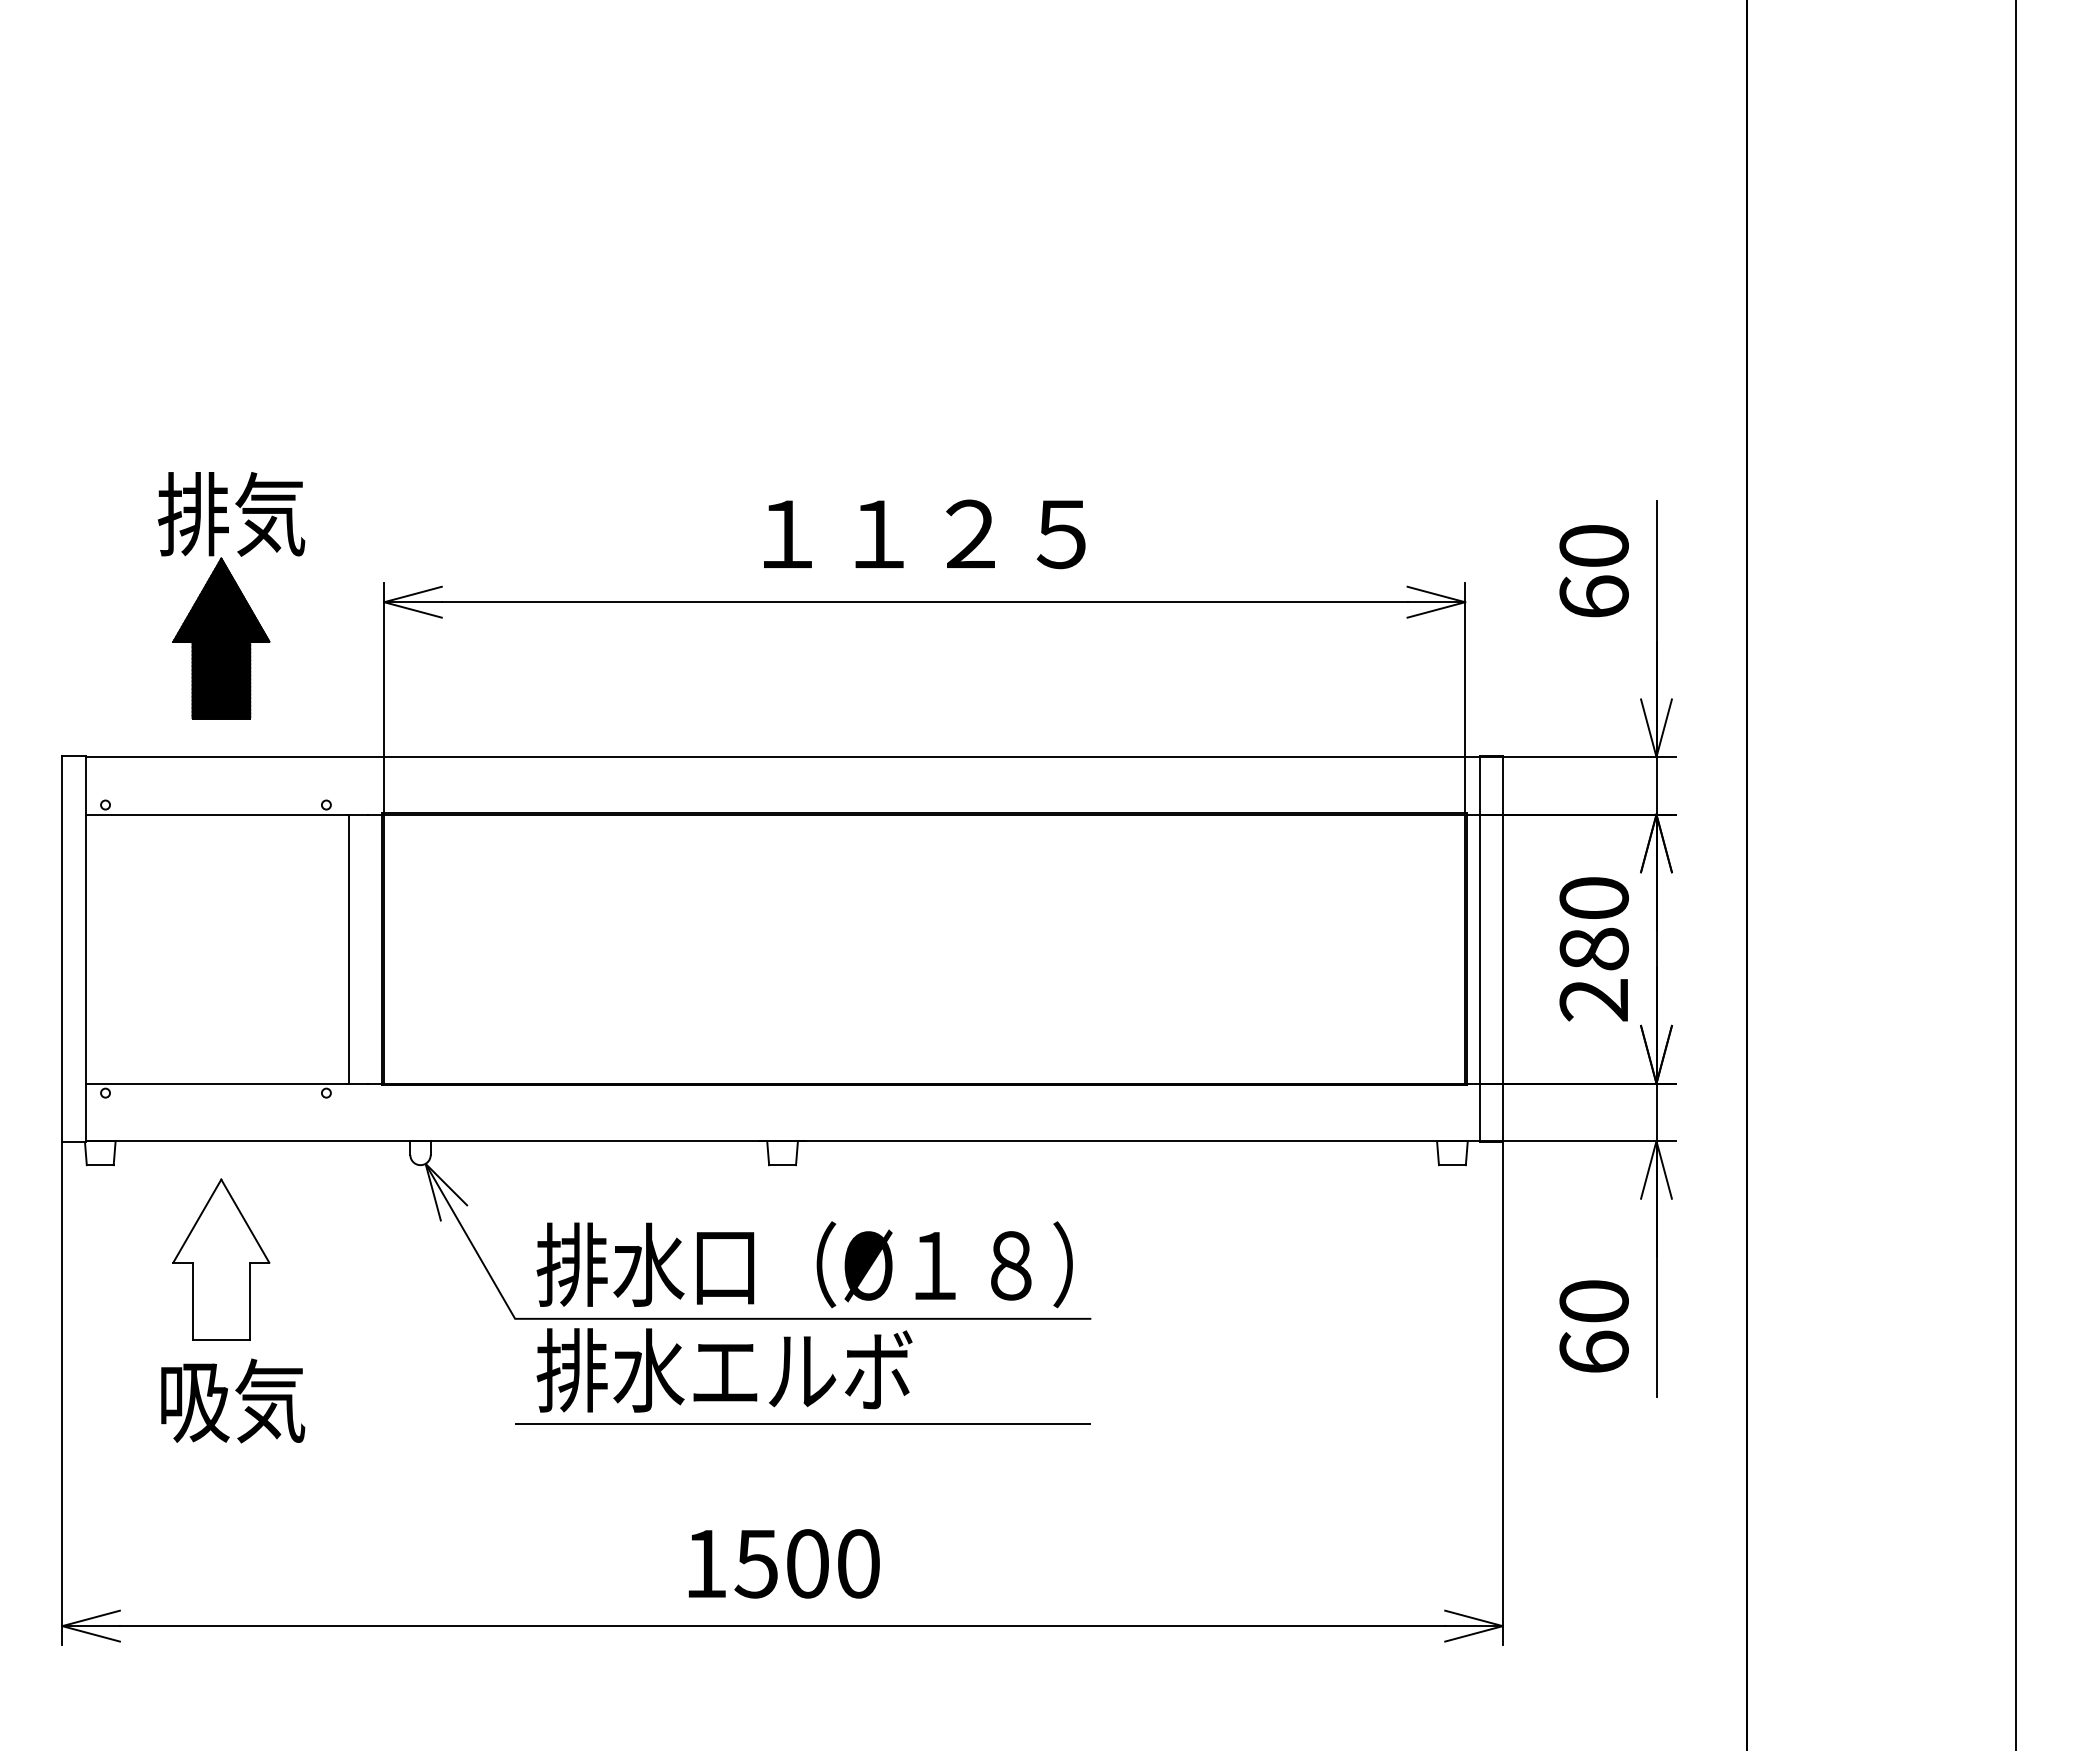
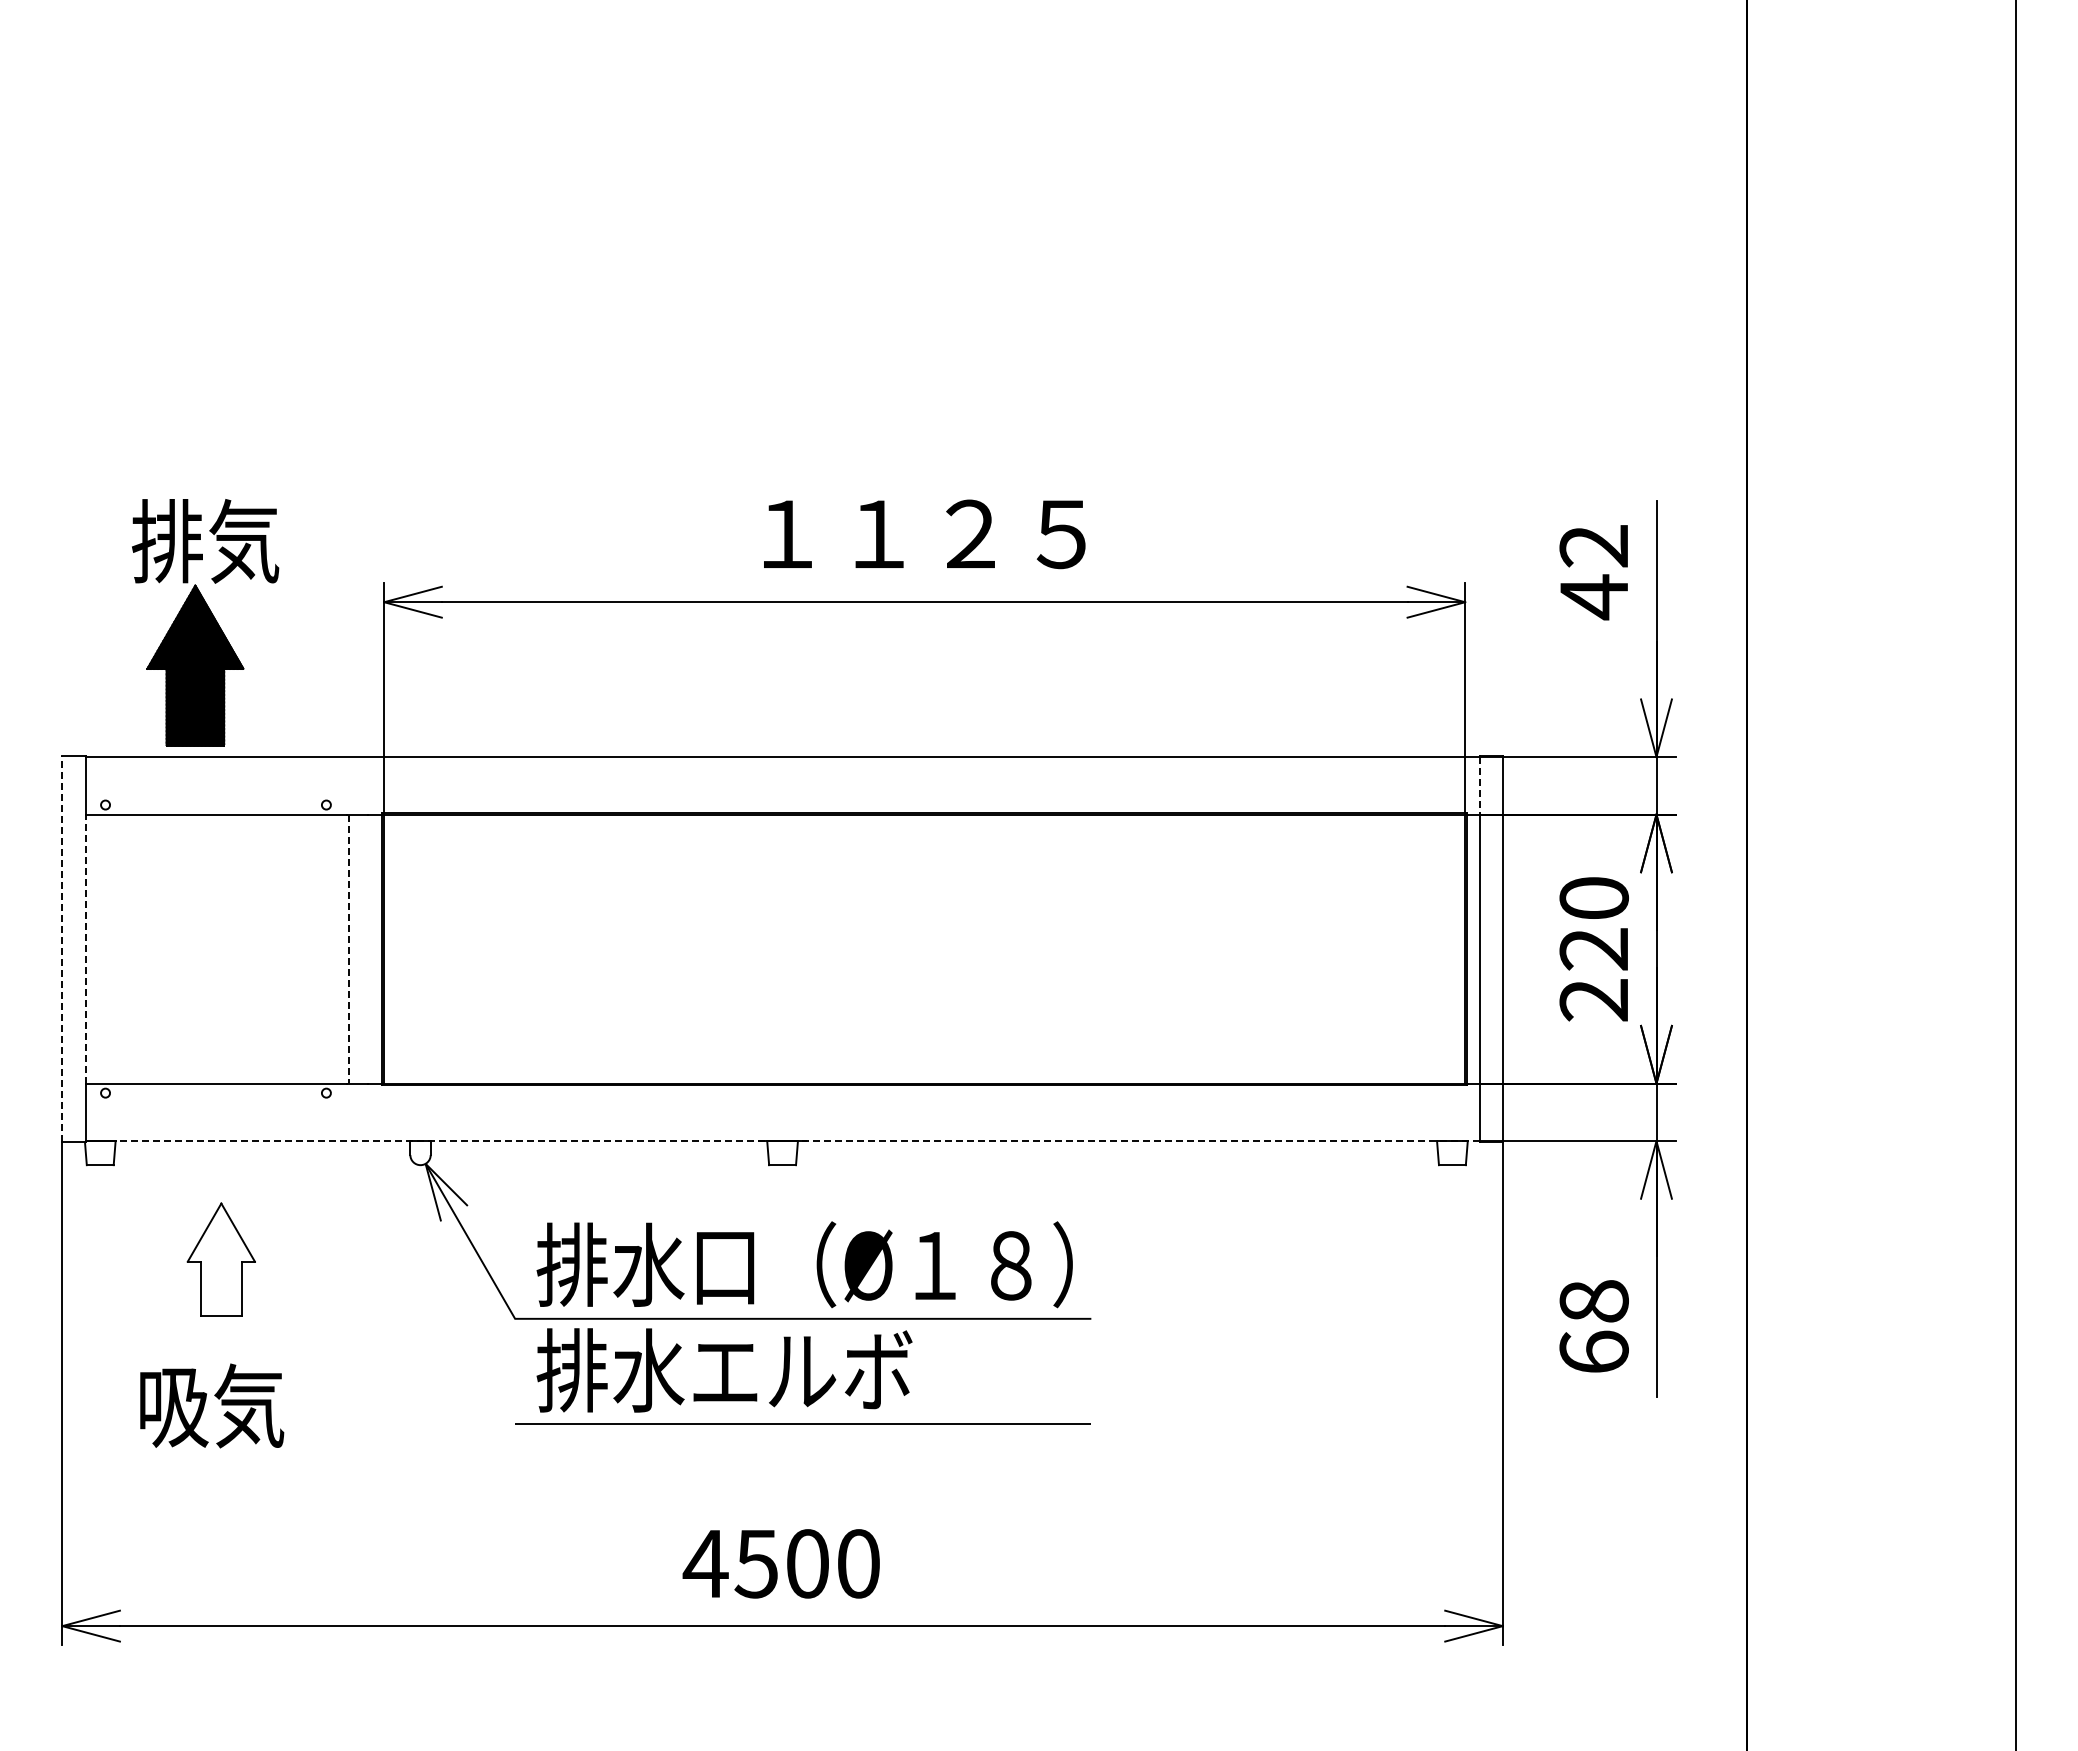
text at (1593, 572): 60 -> 42
part at (231, 595) position: (231, 595) -> (205, 622)
line at (1479, 785): solid -> dashed
line at (62, 948): solid -> dashed
line at (85, 948): solid -> dashed
text at (1593, 948): 280 -> 220
line at (348, 949): solid -> dashed
line at (797, 1141): solid -> dashed
part at (221, 1259) size: 99x163 px -> 70x115 px
text at (1593, 1301): 60 -> 68
text at (233, 1400) position: (233, 1400) -> (212, 1405)
text at (705, 1563): 1500 -> 4500
